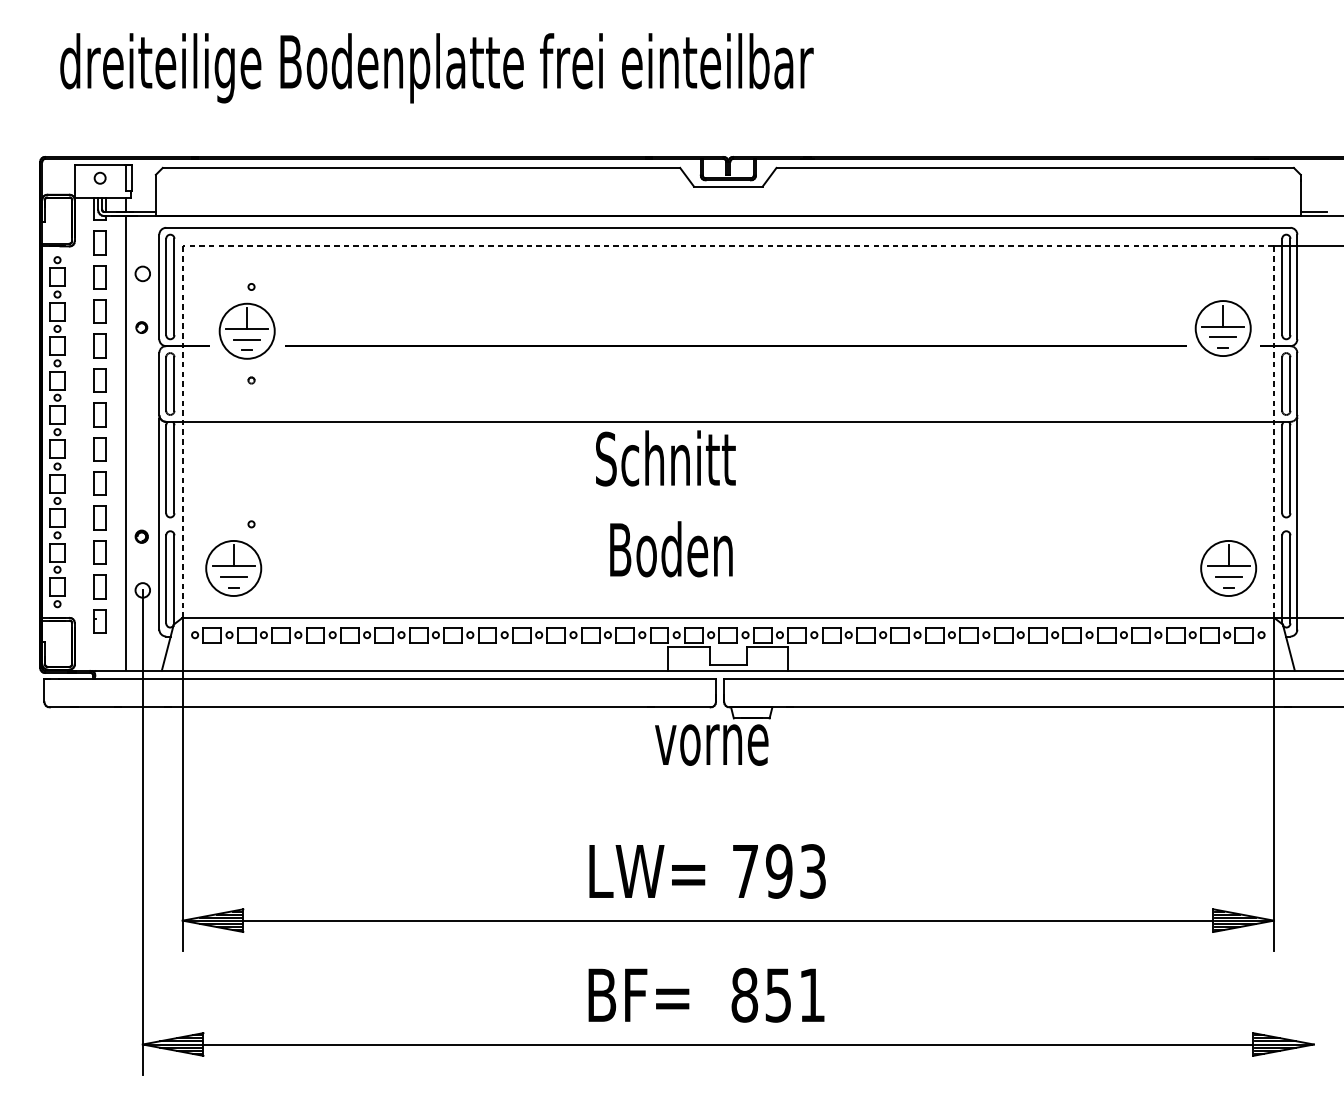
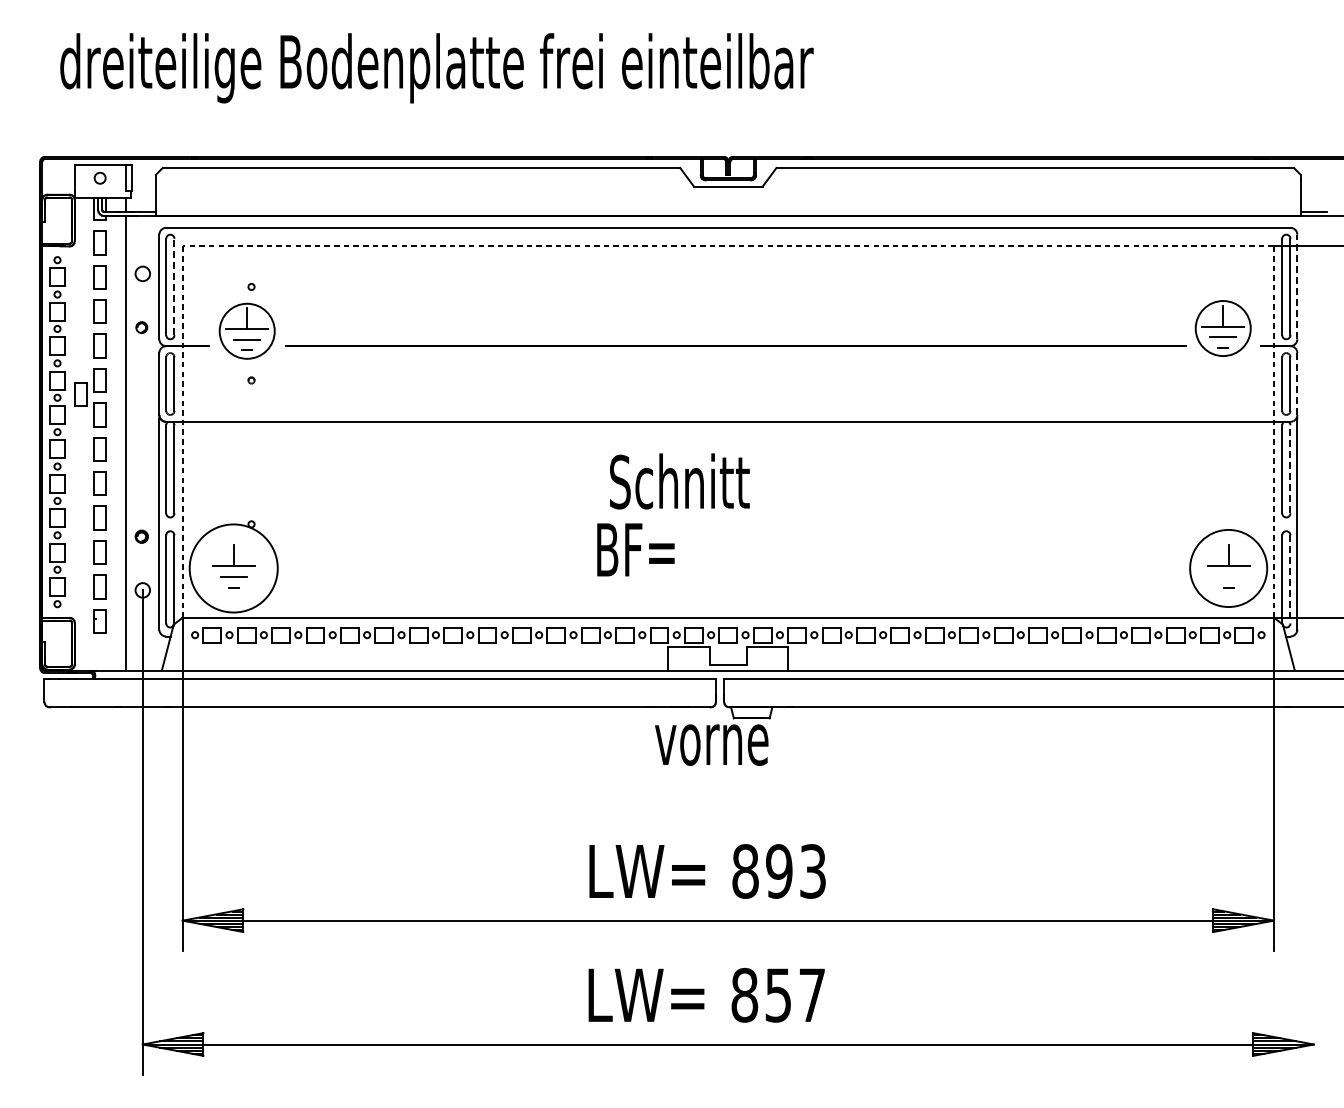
line at (174, 286): solid -> dashed
line at (1297, 286): solid -> dashed
line at (1297, 383): solid -> dashed
part at (80, 394): none -> present
text at (665, 458) position: (665, 458) -> (679, 481)
line at (1290, 468): solid -> dashed
text at (664, 549): Boden -> BF=
circle at (233, 568) diameter: 55 px -> 88 px
circle at (1228, 568) diameter: 55 px -> 77 px
line at (1228, 577): present -> none
line at (1290, 579): solid -> dashed
text at (745, 871): 793 -> 893
text at (649, 994): BF= -> LW=
text at (811, 994): 851 -> 857
